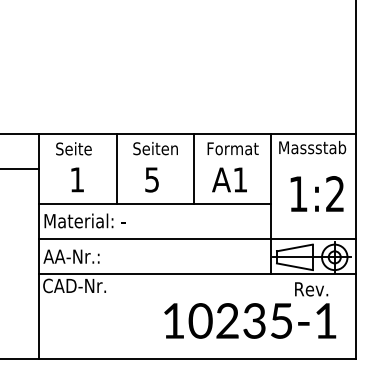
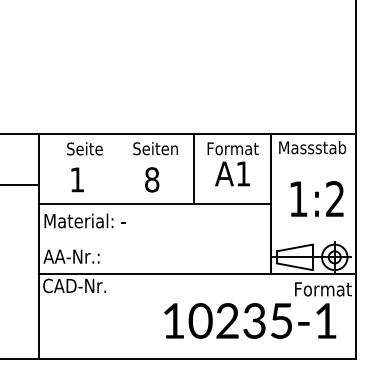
text at (73, 148) position: (73, 148) -> (84, 148)
line at (20, 168) position: (20, 168) -> (20, 184)
line at (116, 168): present -> none
text at (152, 179): 5 -> 8
text at (229, 179) position: (229, 179) -> (232, 173)
text at (316, 193) position: (316, 193) -> (316, 198)
line at (197, 239): present -> none
text at (323, 289): Rev. -> Format
